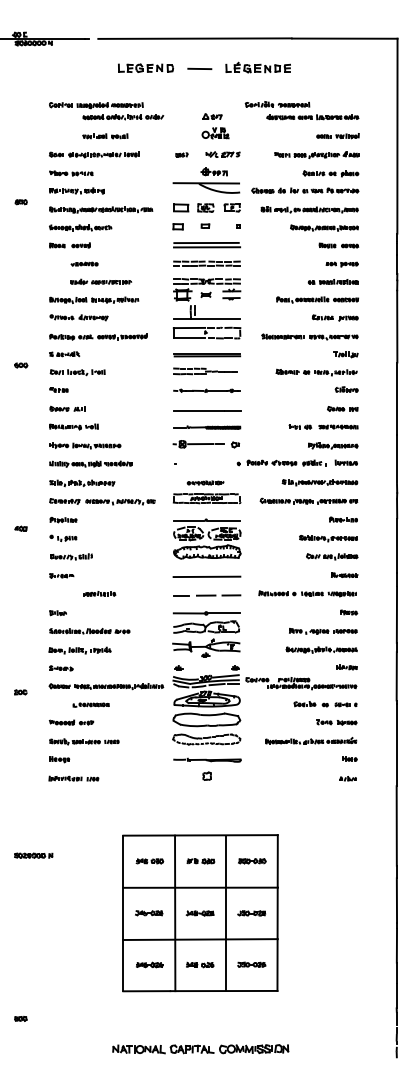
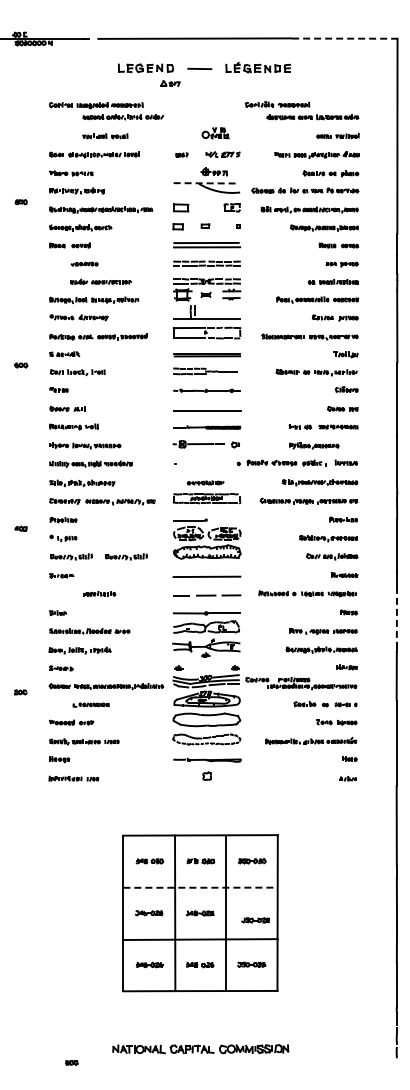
line at (344, 38): solid -> dashed
part at (212, 116) position: (212, 116) -> (170, 83)
line at (206, 183): solid -> dashed
part at (205, 207): present -> none
part at (333, 445) position: (333, 445) -> (314, 445)
line at (223, 520): present -> none
part at (126, 556): none -> present
line at (396, 614): solid -> dashed
part at (33, 855): present -> none
line at (201, 887): solid -> dashed
part at (251, 913) position: (251, 913) -> (255, 920)
part at (20, 1018) position: (20, 1018) -> (71, 1062)
